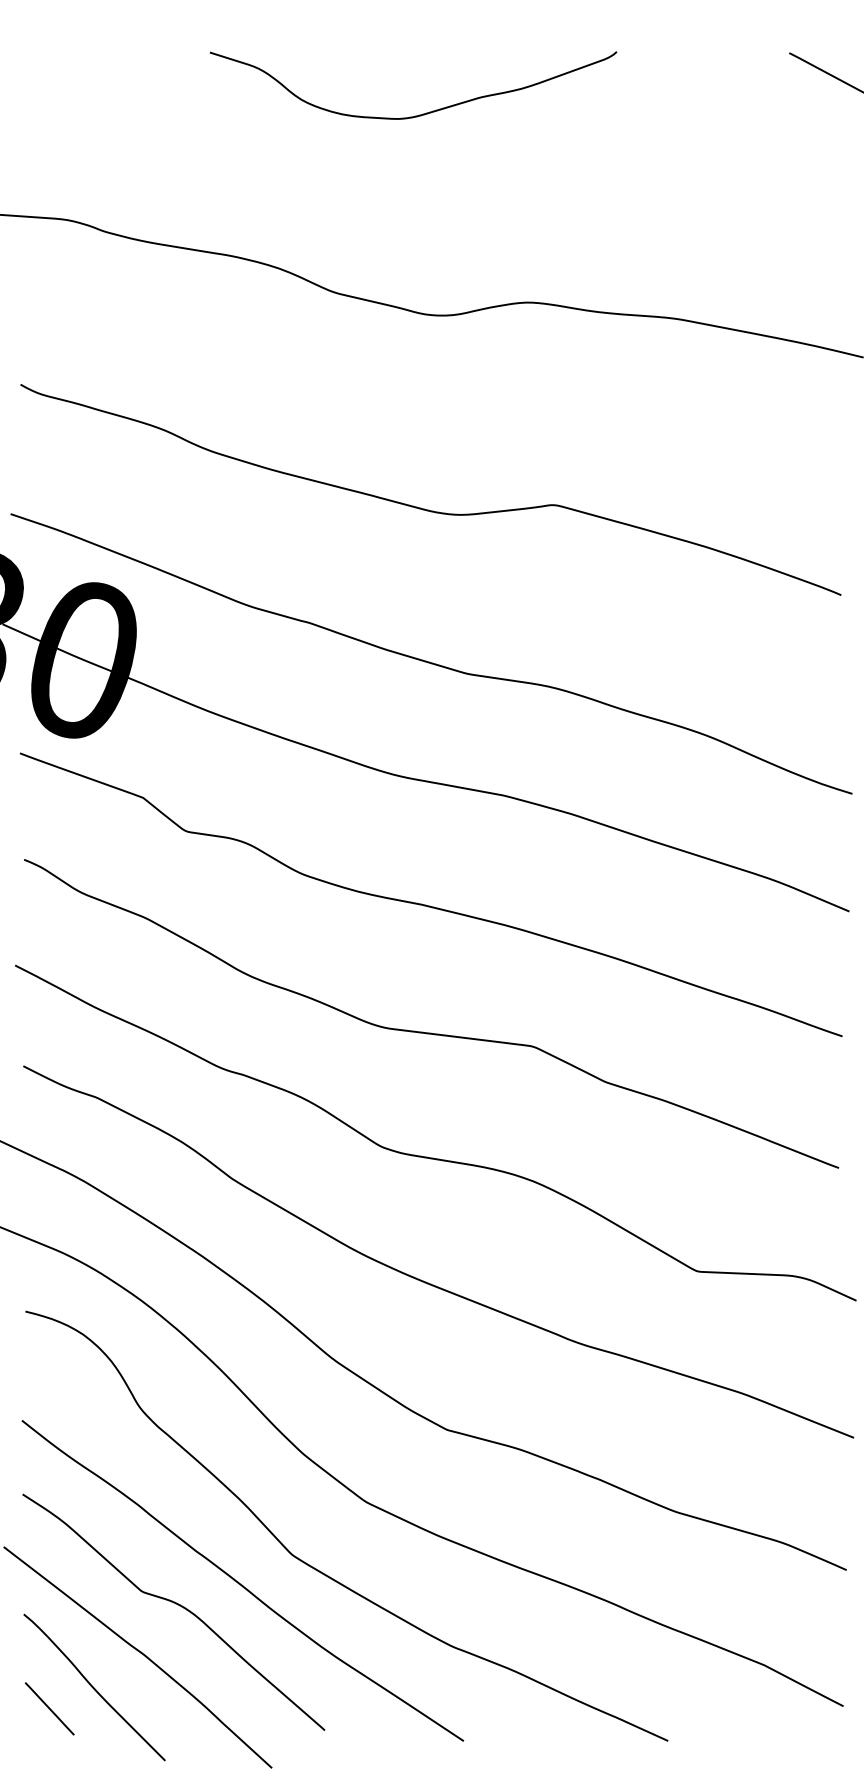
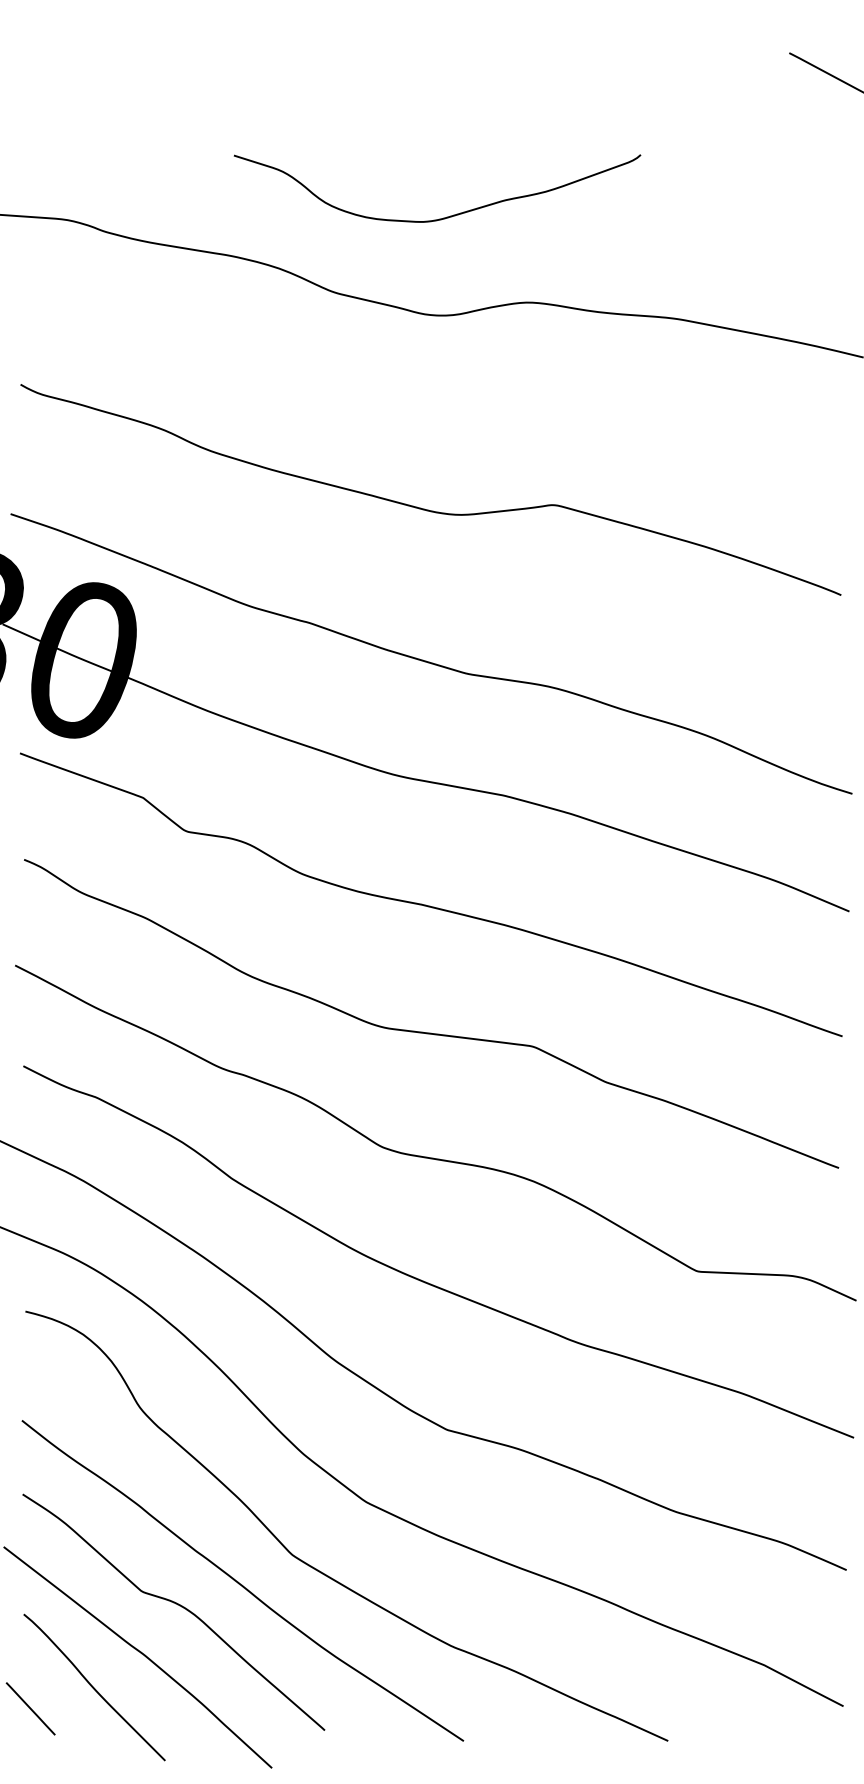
curve at (419, 114) position: (419, 114) -> (443, 217)
line at (49, 1708) position: (49, 1708) -> (30, 1708)
